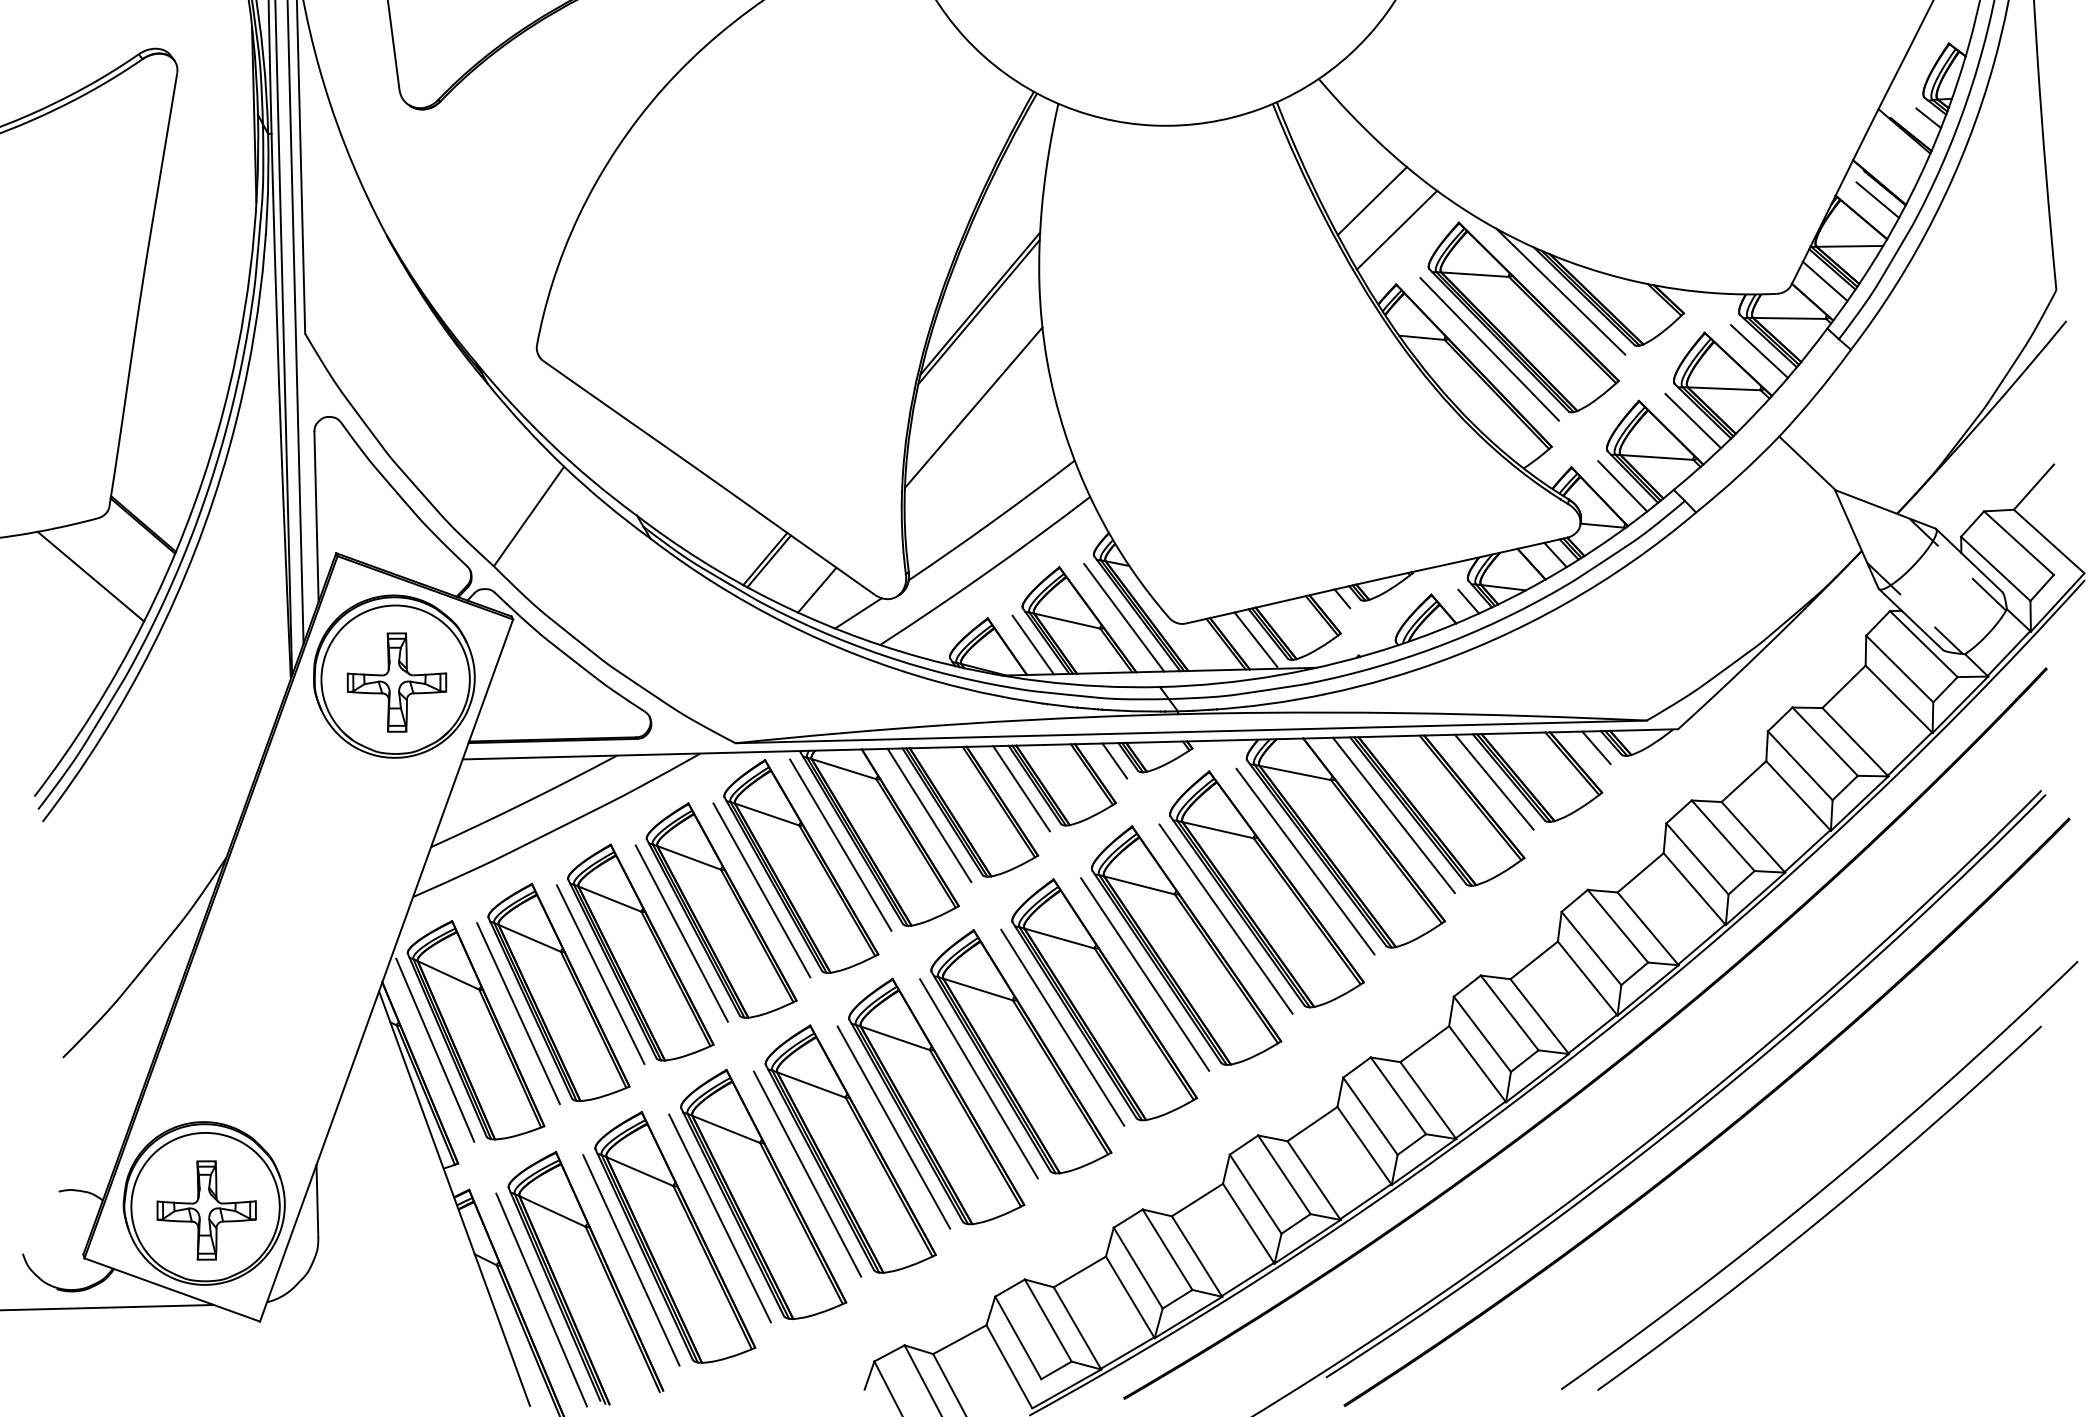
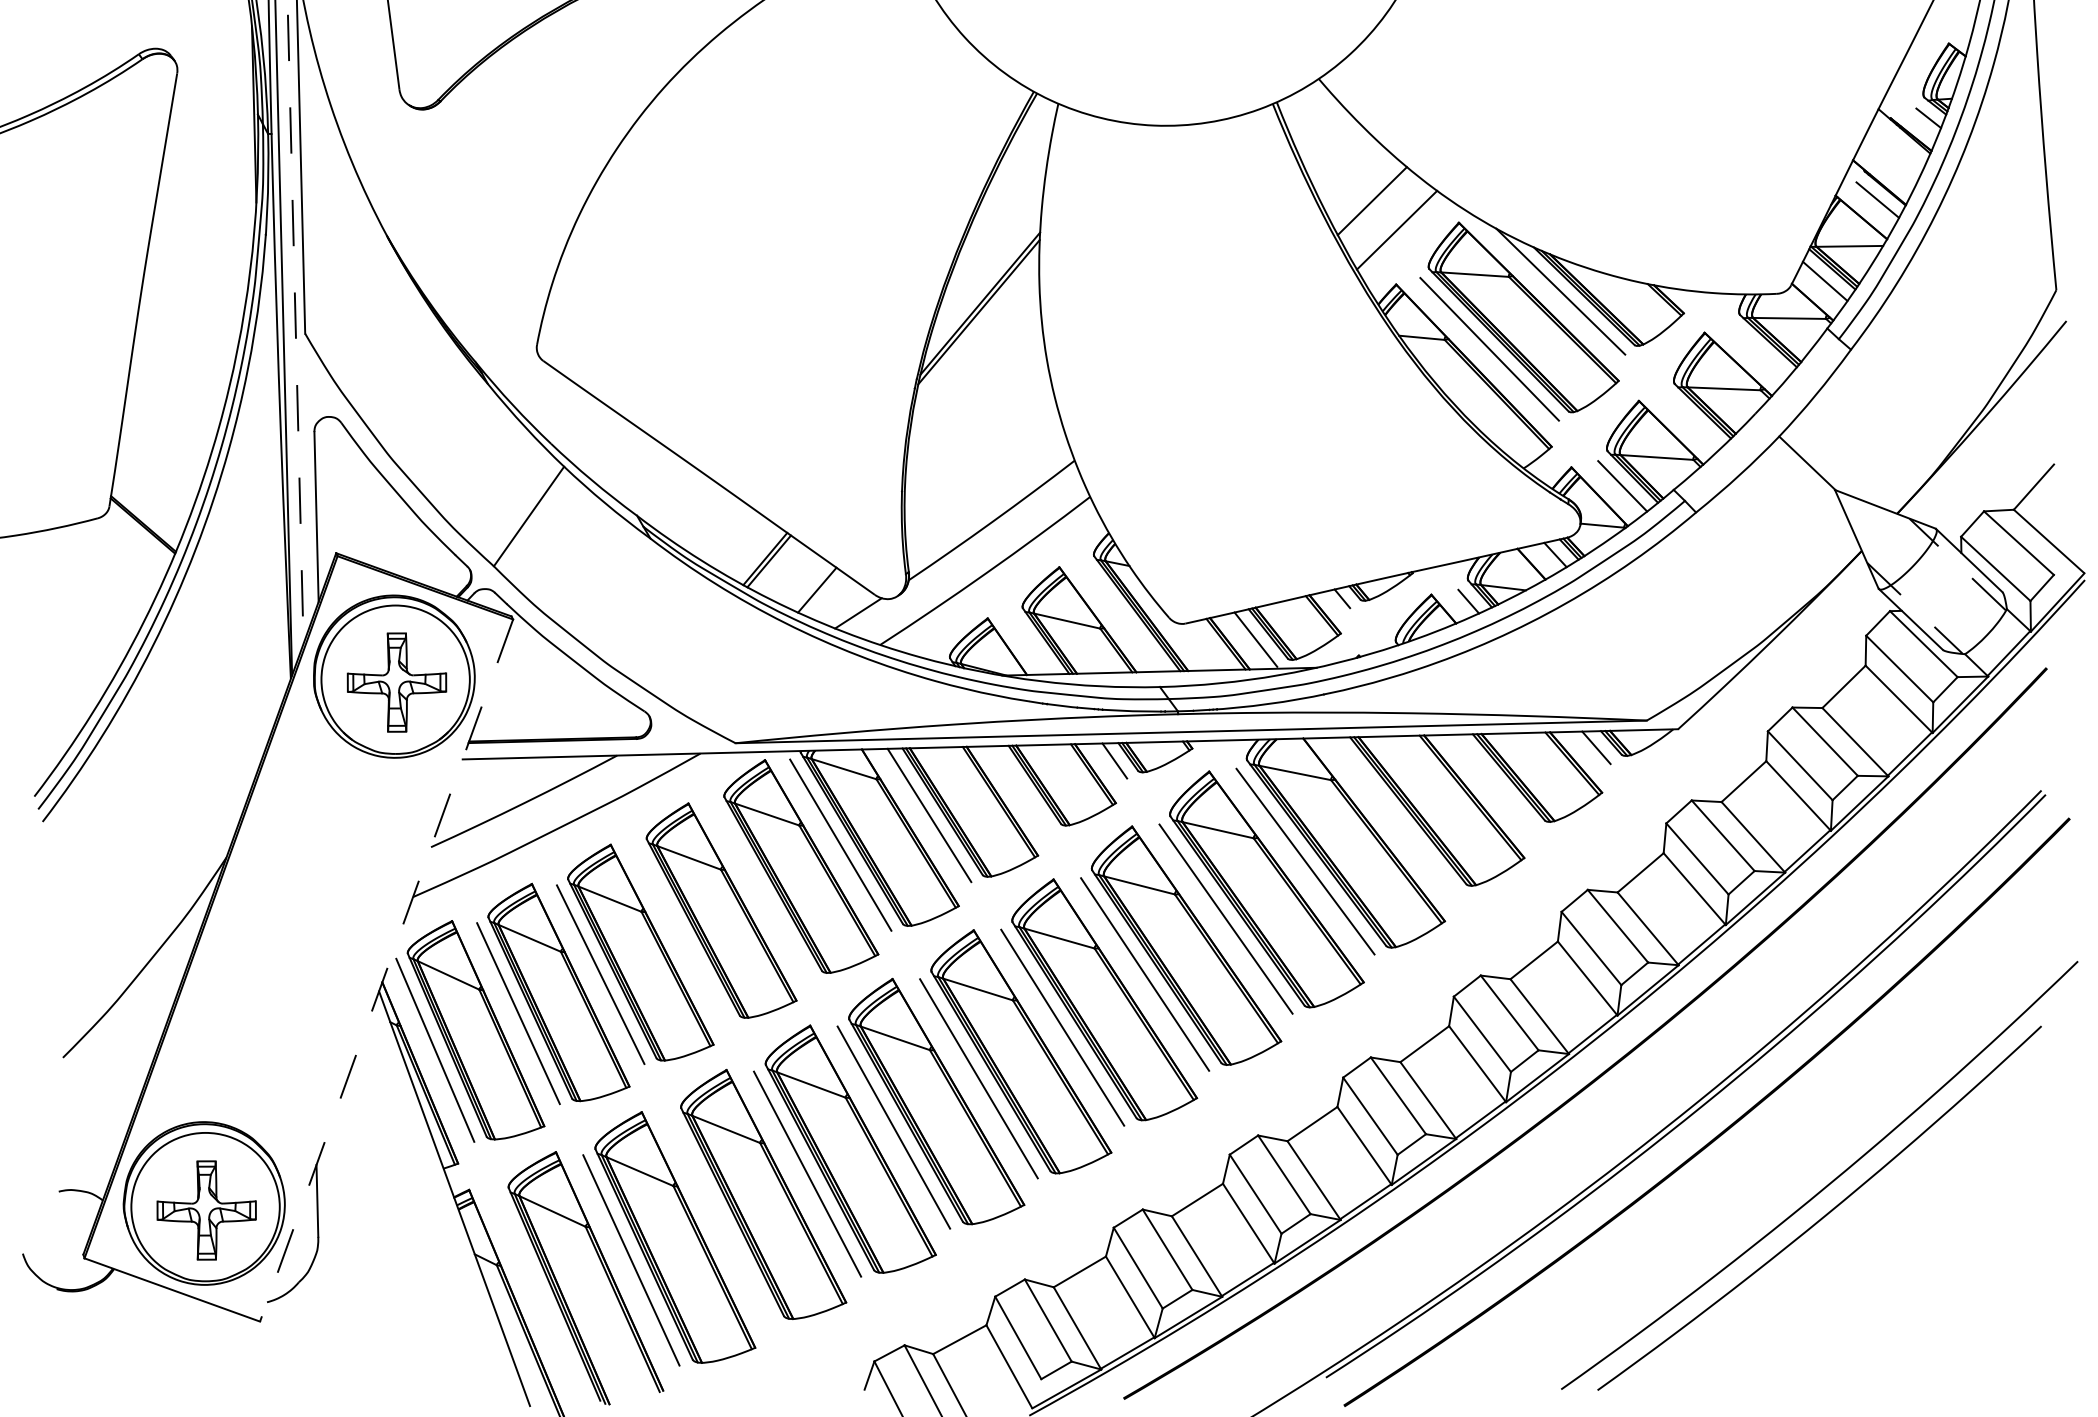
line at (295, 321): solid -> dashed
line at (1759, 351): present -> none
line at (973, 407): present -> none
line at (1693, 420): present -> none
line at (90, 576): present -> none
line at (1124, 617): present -> none
line at (1032, 644): present -> none
line at (1494, 781): present -> none
line at (1021, 788): present -> none
line at (1393, 815): present -> none
line at (761, 890): present -> none
line at (681, 933): present -> none
line at (386, 971): solid -> dashed
line at (719, 1218): present -> none
line at (541, 1299): present -> none
line at (107, 1307): present -> none
